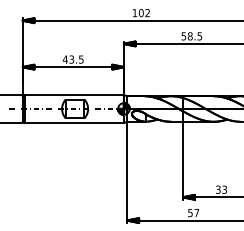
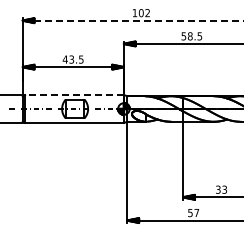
line at (133, 20): solid -> dashed
line at (74, 95): solid -> dashed
